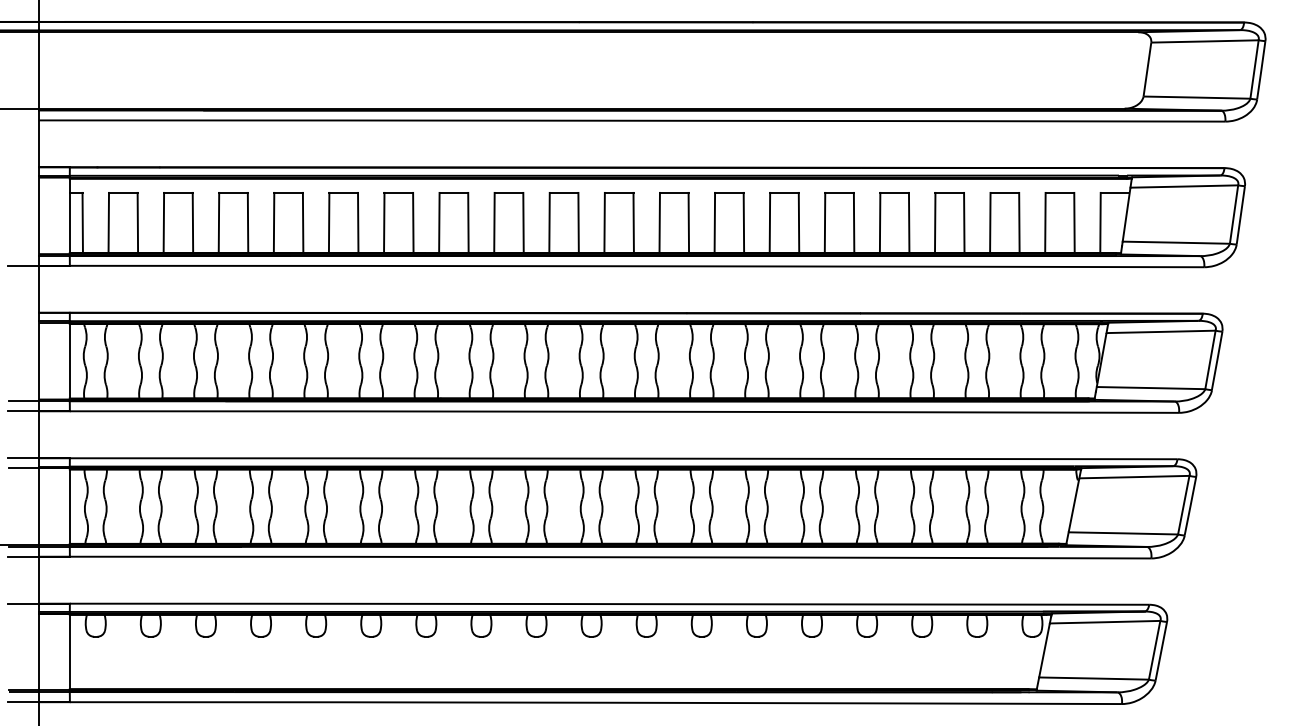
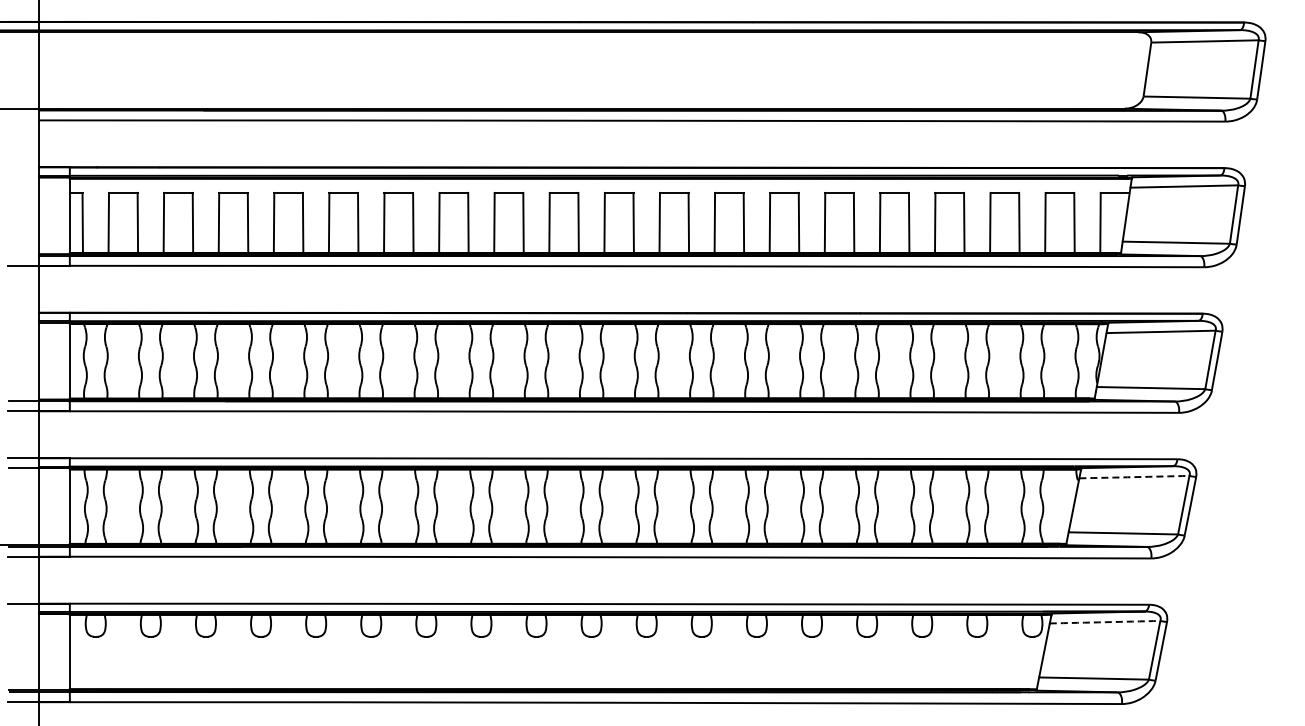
arc at (1134, 477): solid -> dashed
arc at (1105, 622): solid -> dashed
